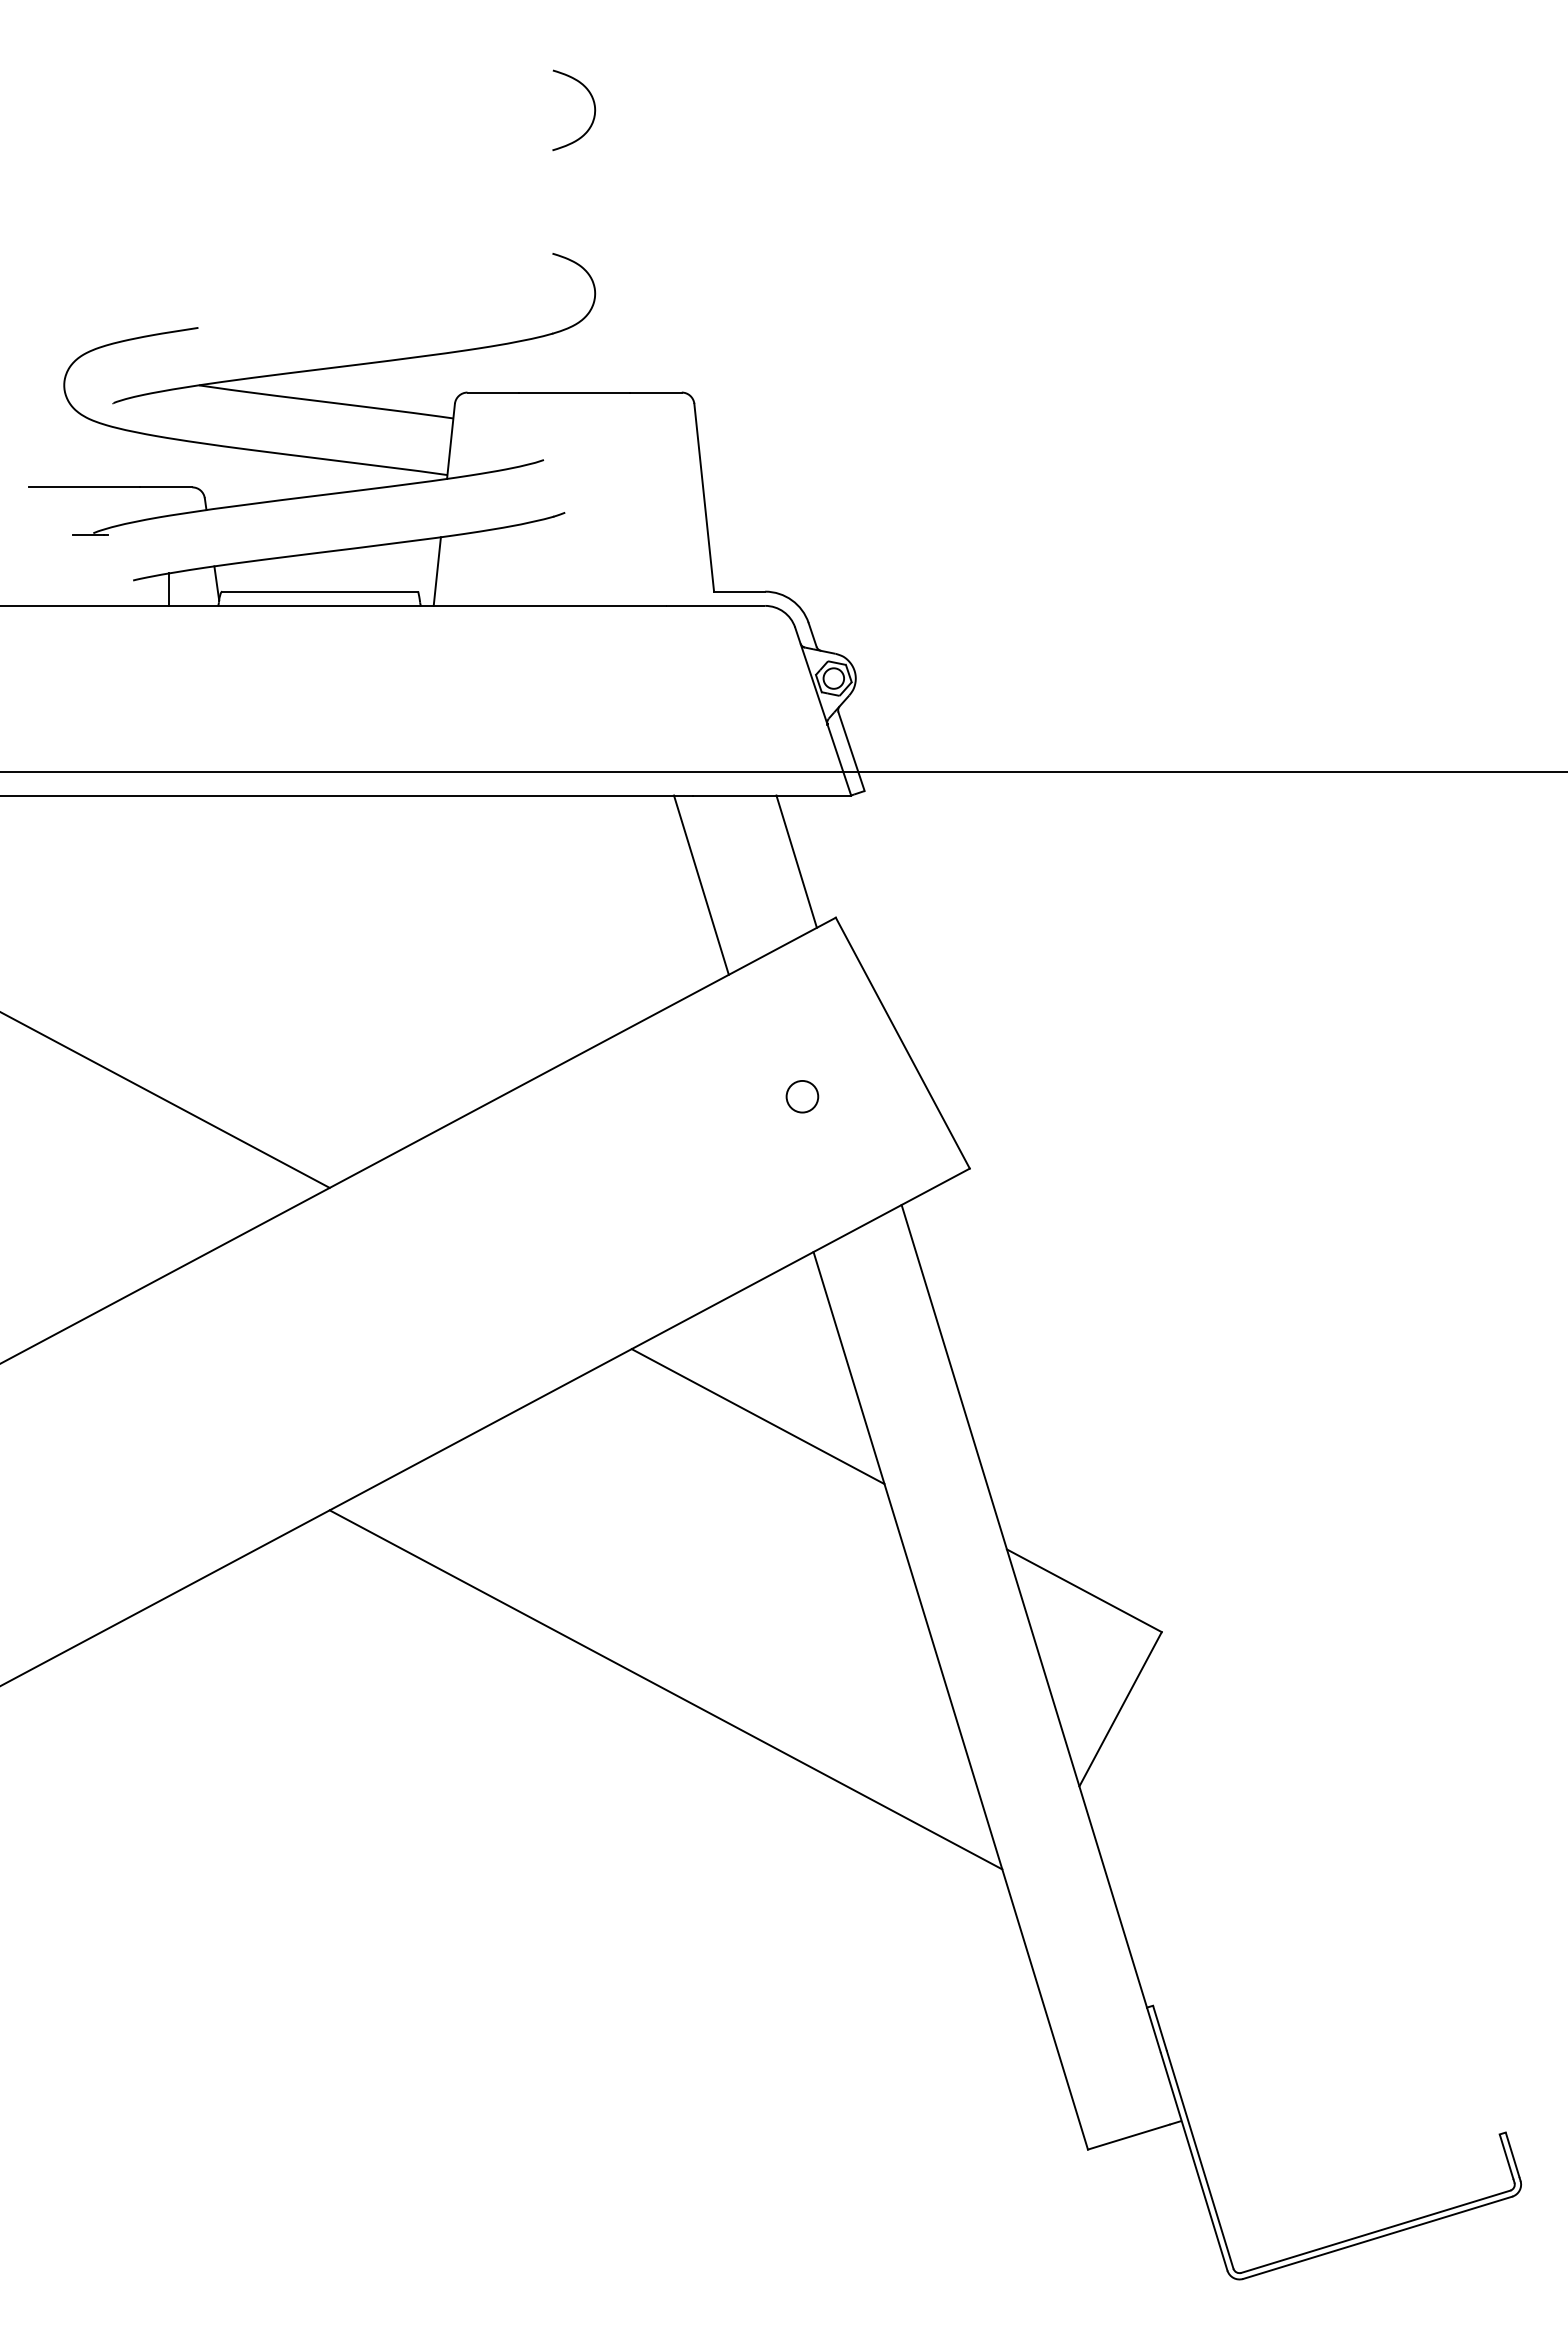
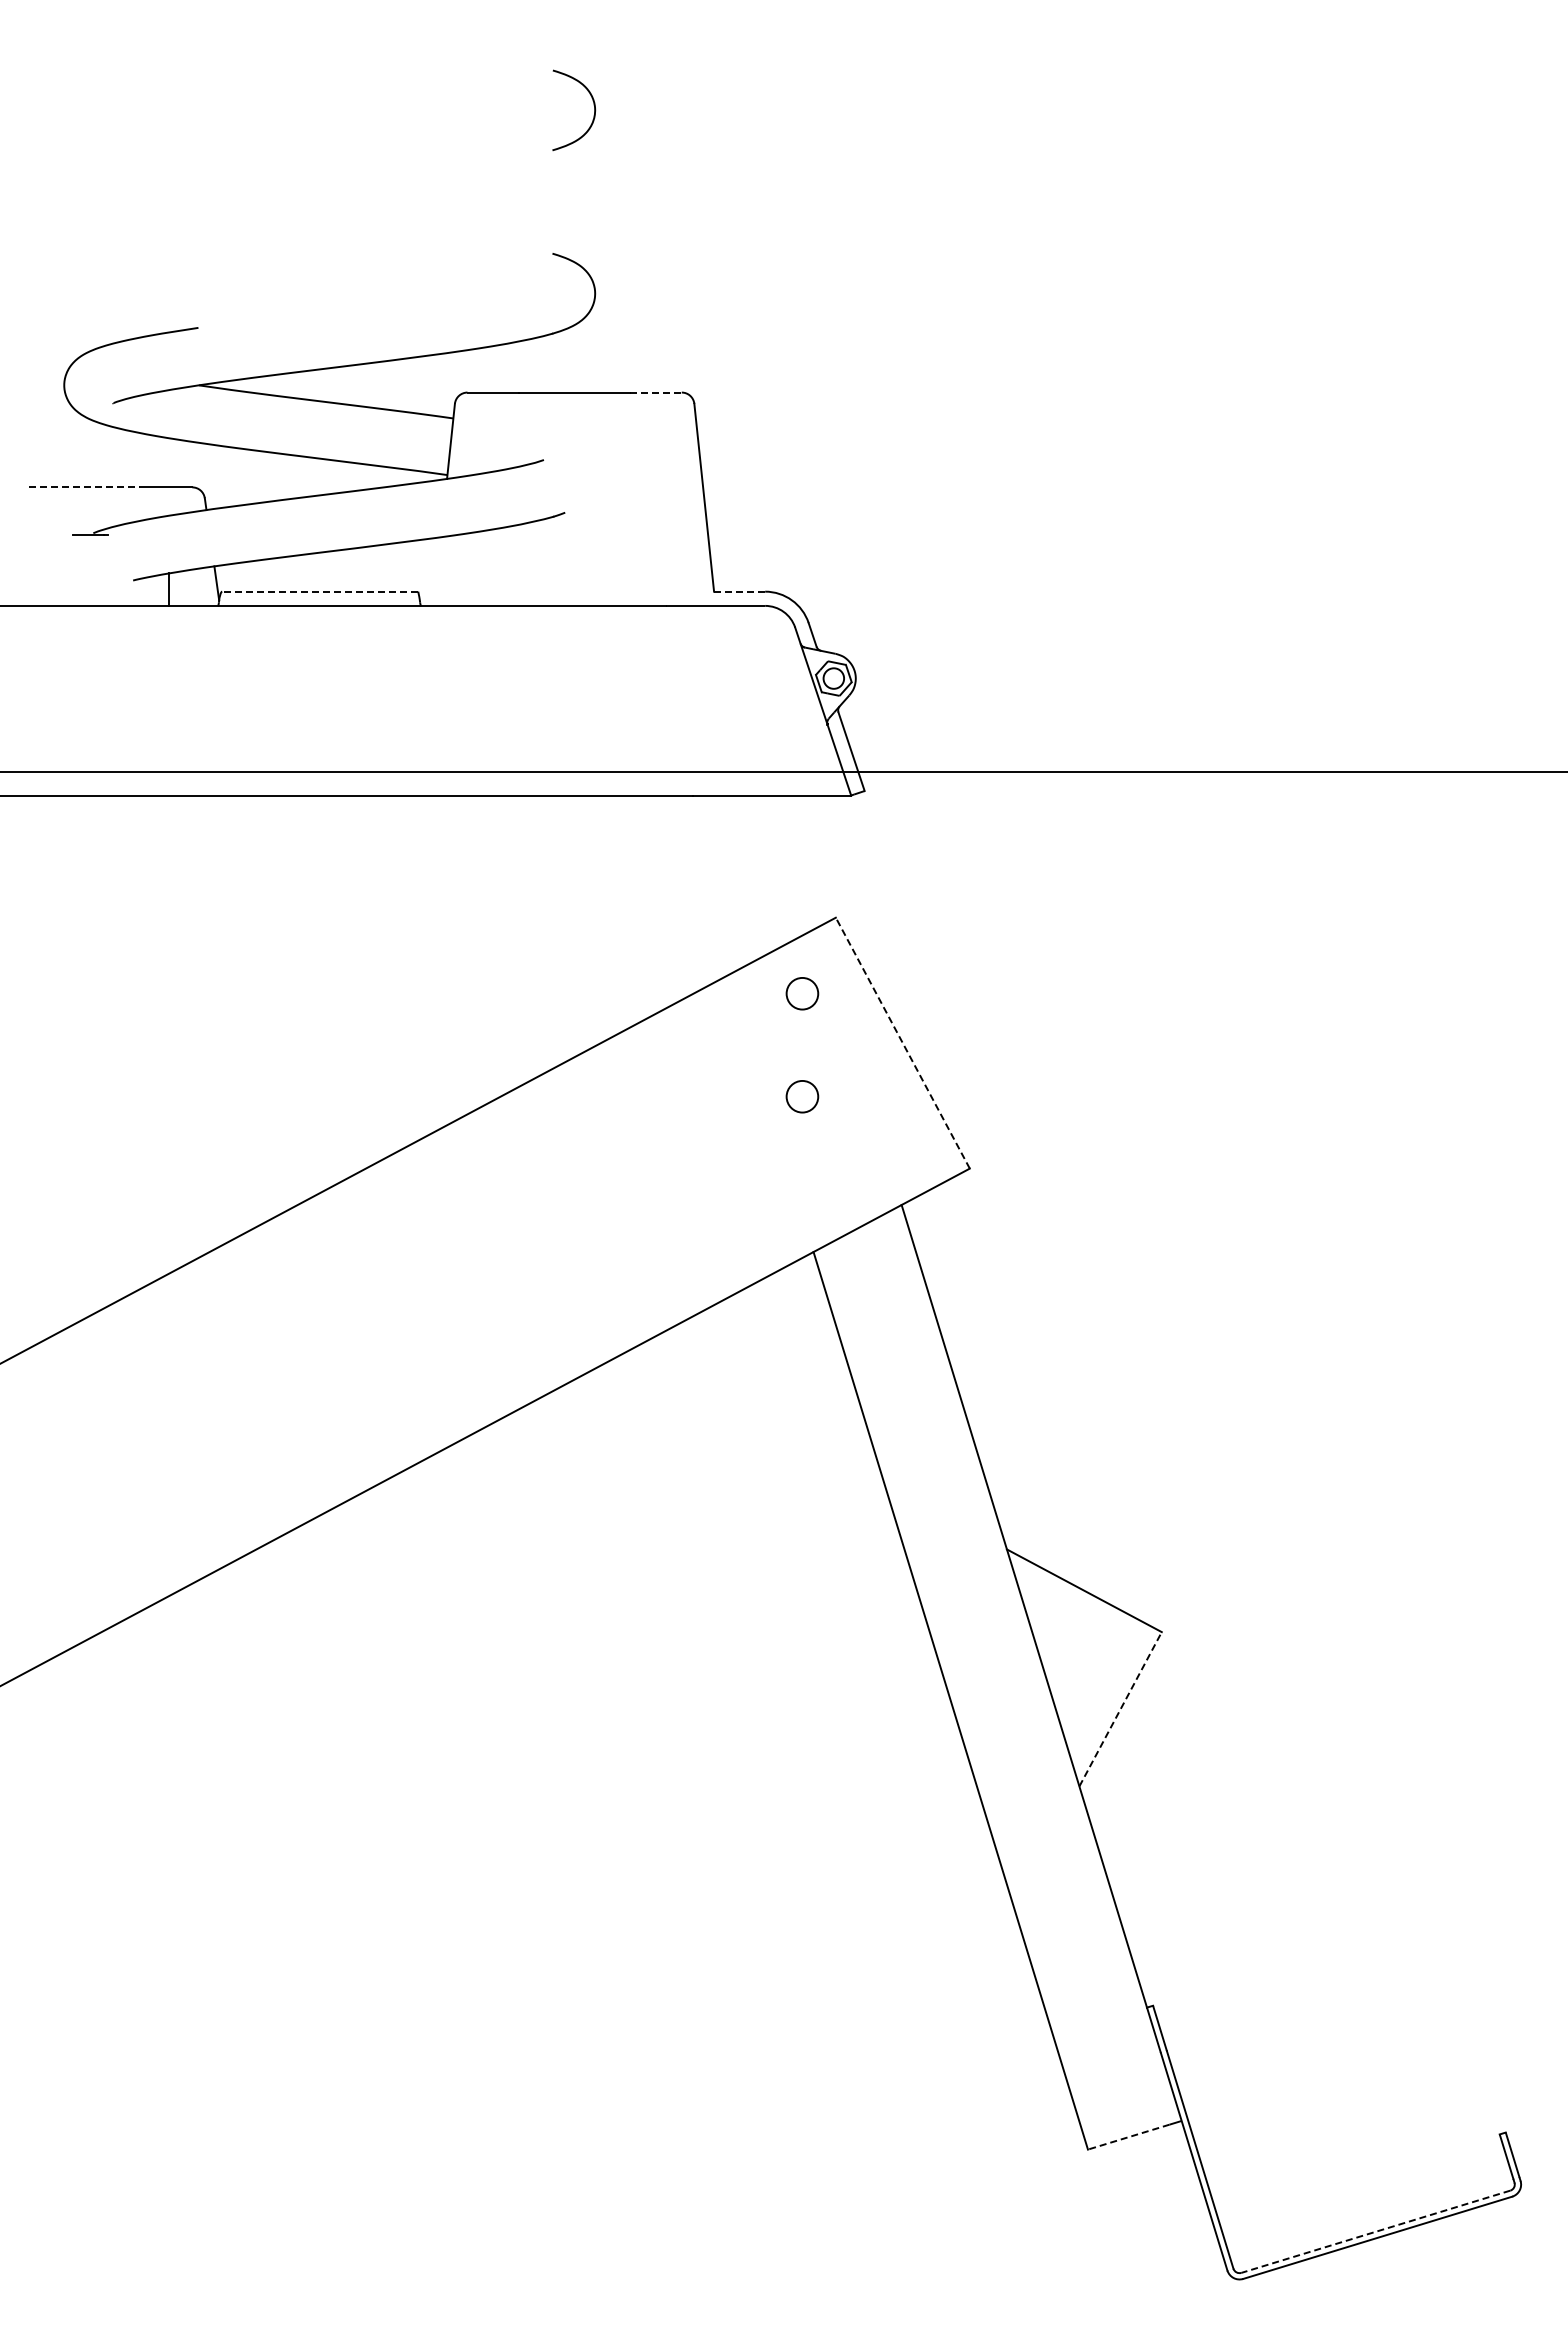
line at (655, 392): solid -> dashed
line at (85, 487): solid -> dashed
line at (436, 571): present -> none
line at (320, 591): solid -> dashed
line at (739, 591): solid -> dashed
line at (796, 861): present -> none
line at (701, 884): present -> none
circle at (802, 993): none -> present
line at (902, 1042): solid -> dashed
line at (165, 1100): present -> none
line at (757, 1416): present -> none
line at (665, 1689): present -> none
line at (1120, 1708): solid -> dashed
line at (1128, 2137): solid -> dashed
line at (1375, 2231): solid -> dashed
